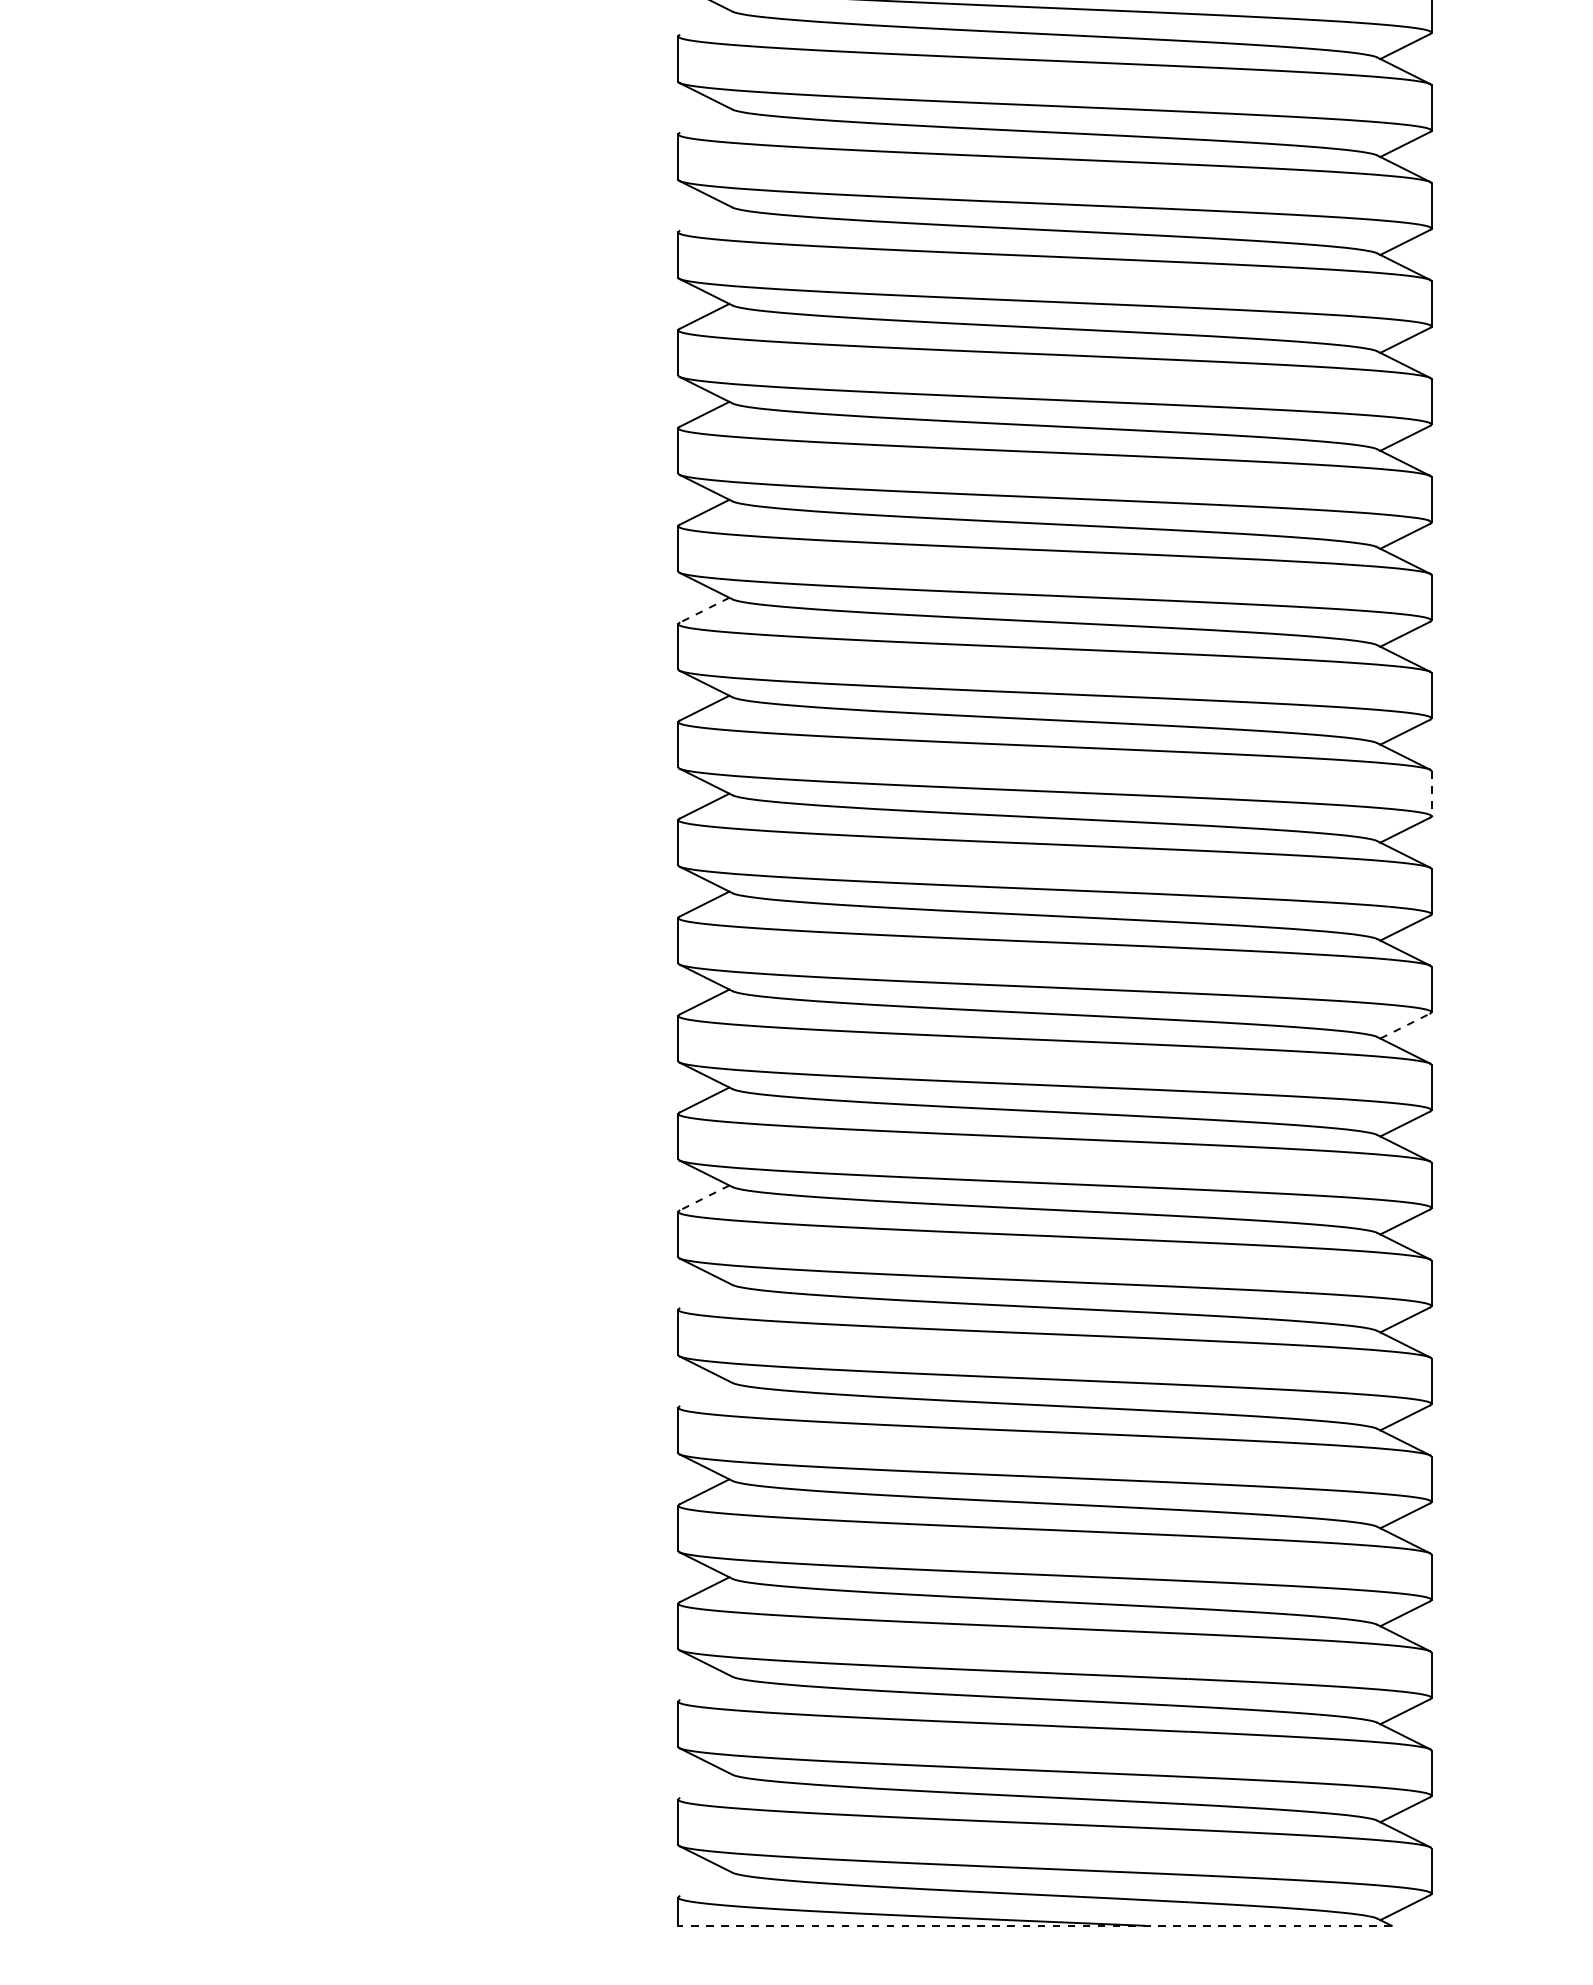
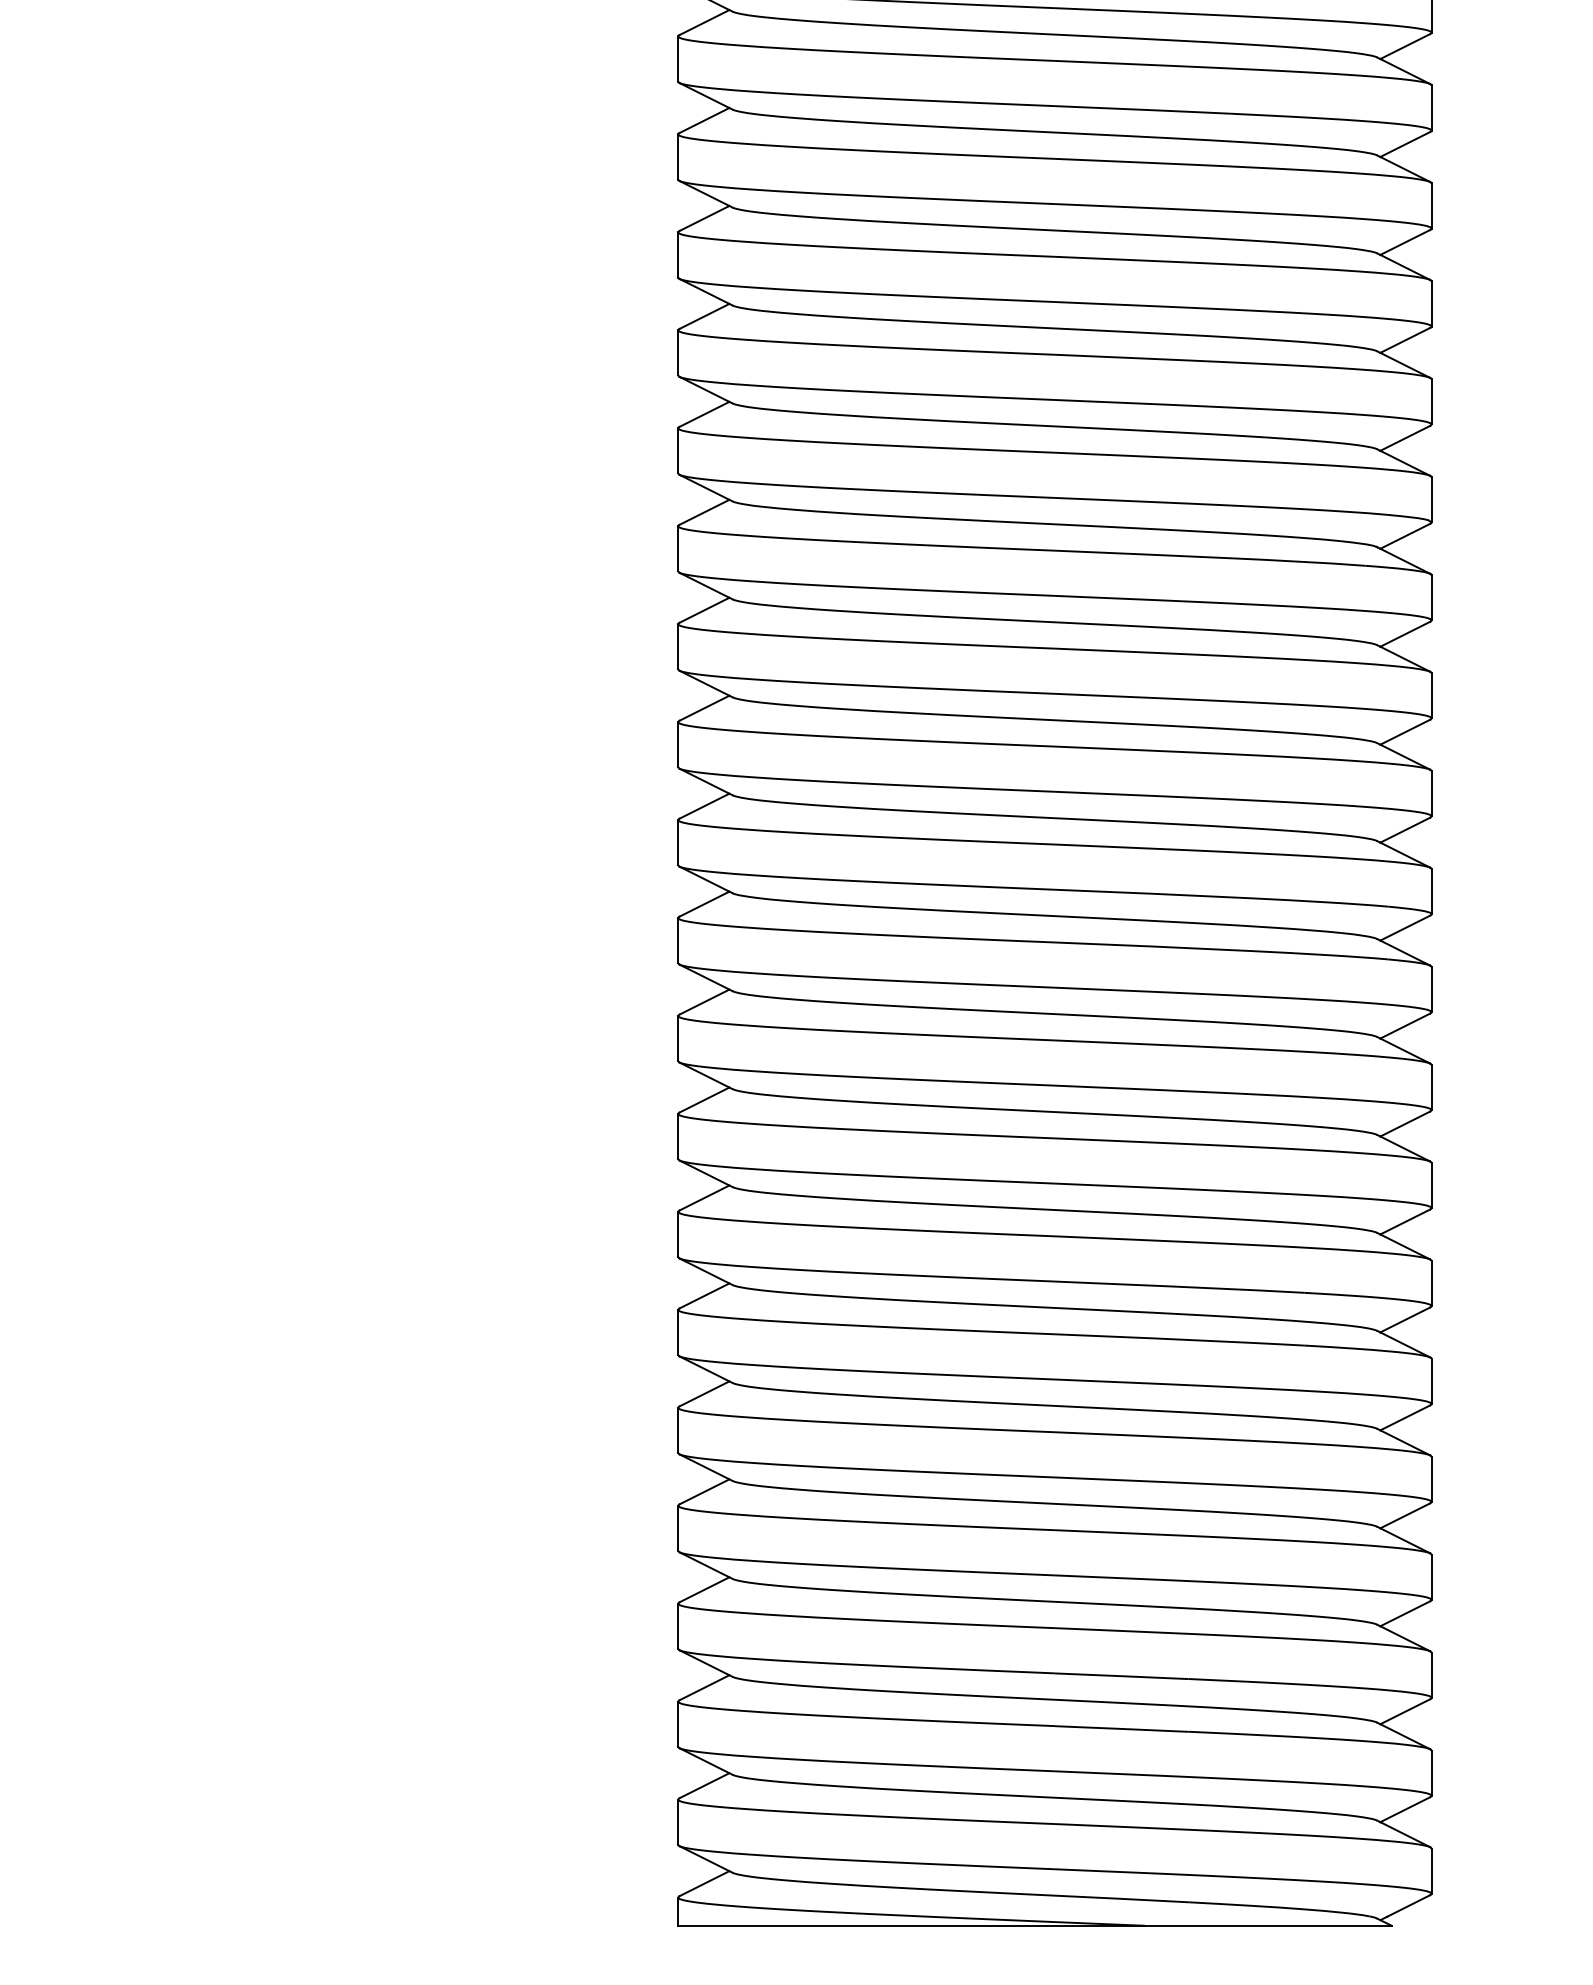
line at (704, 22): none -> present
line at (704, 120): none -> present
line at (704, 218): none -> present
line at (704, 610): dashed -> solid
line at (1431, 793): dashed -> solid
line at (1405, 1026): dashed -> solid
line at (704, 1198): dashed -> solid
line at (704, 1295): none -> present
line at (704, 1393): none -> present
line at (704, 1687): none -> present
line at (704, 1785): none -> present
line at (704, 1883): none -> present
line at (1034, 1925): dashed -> solid
